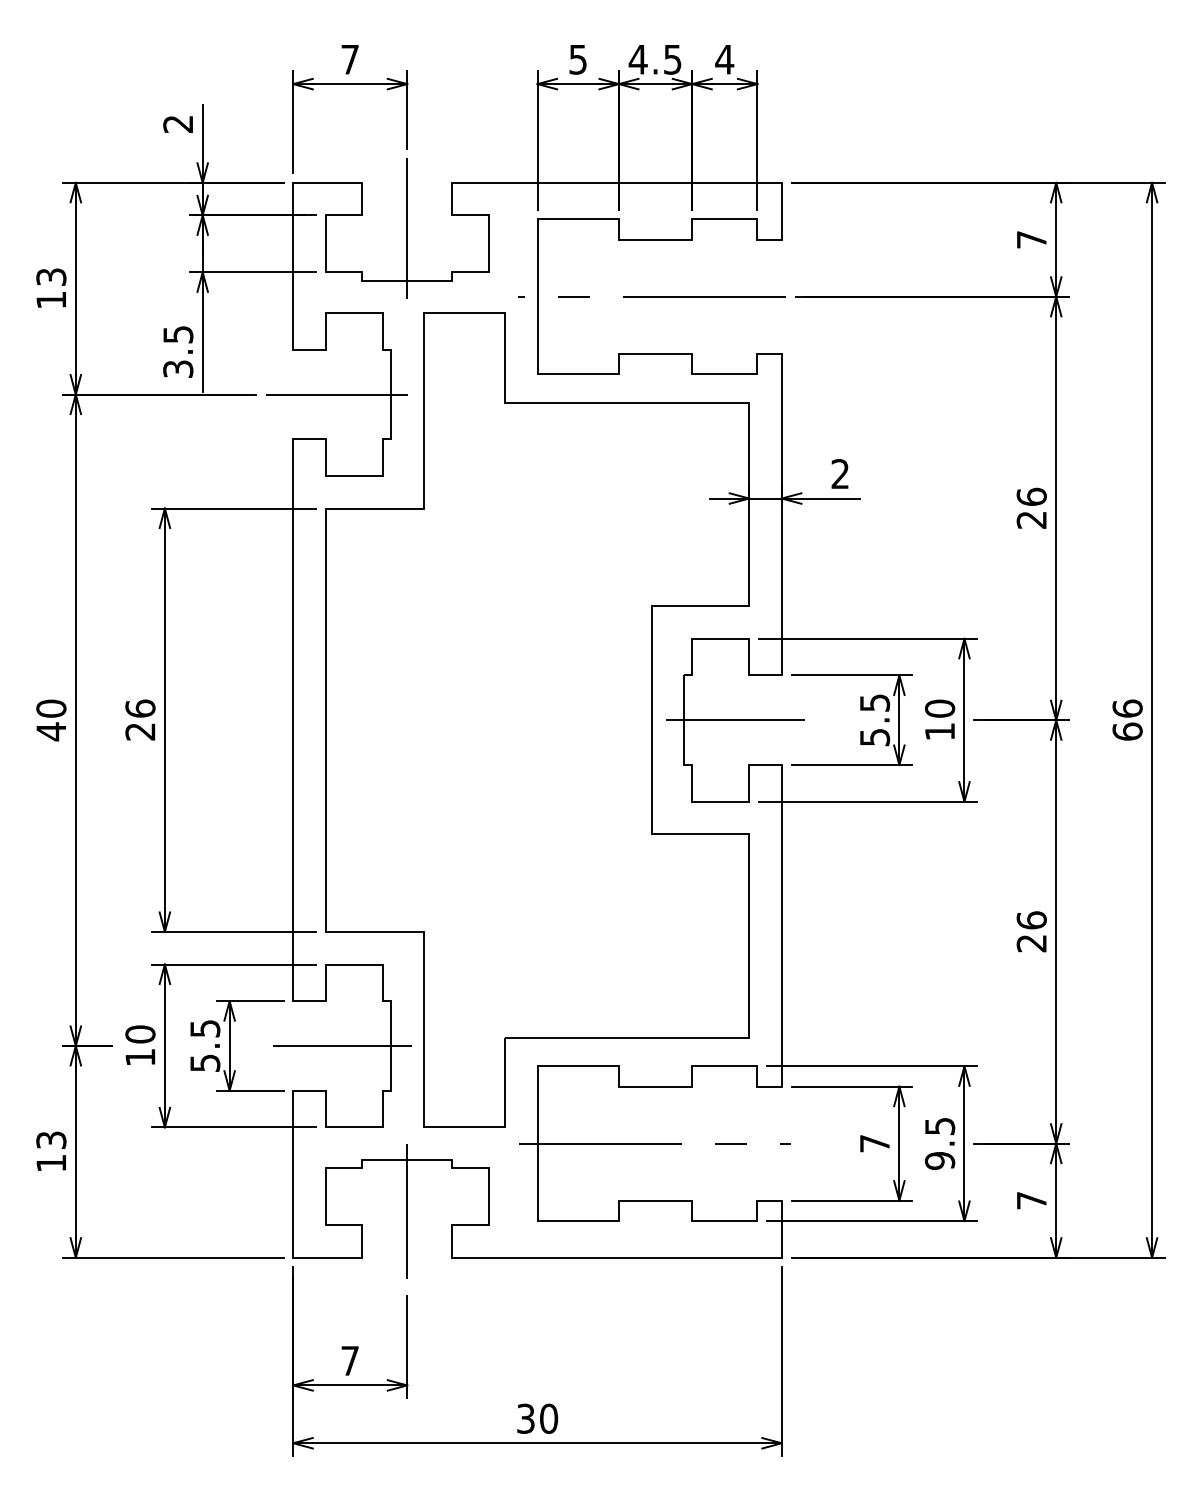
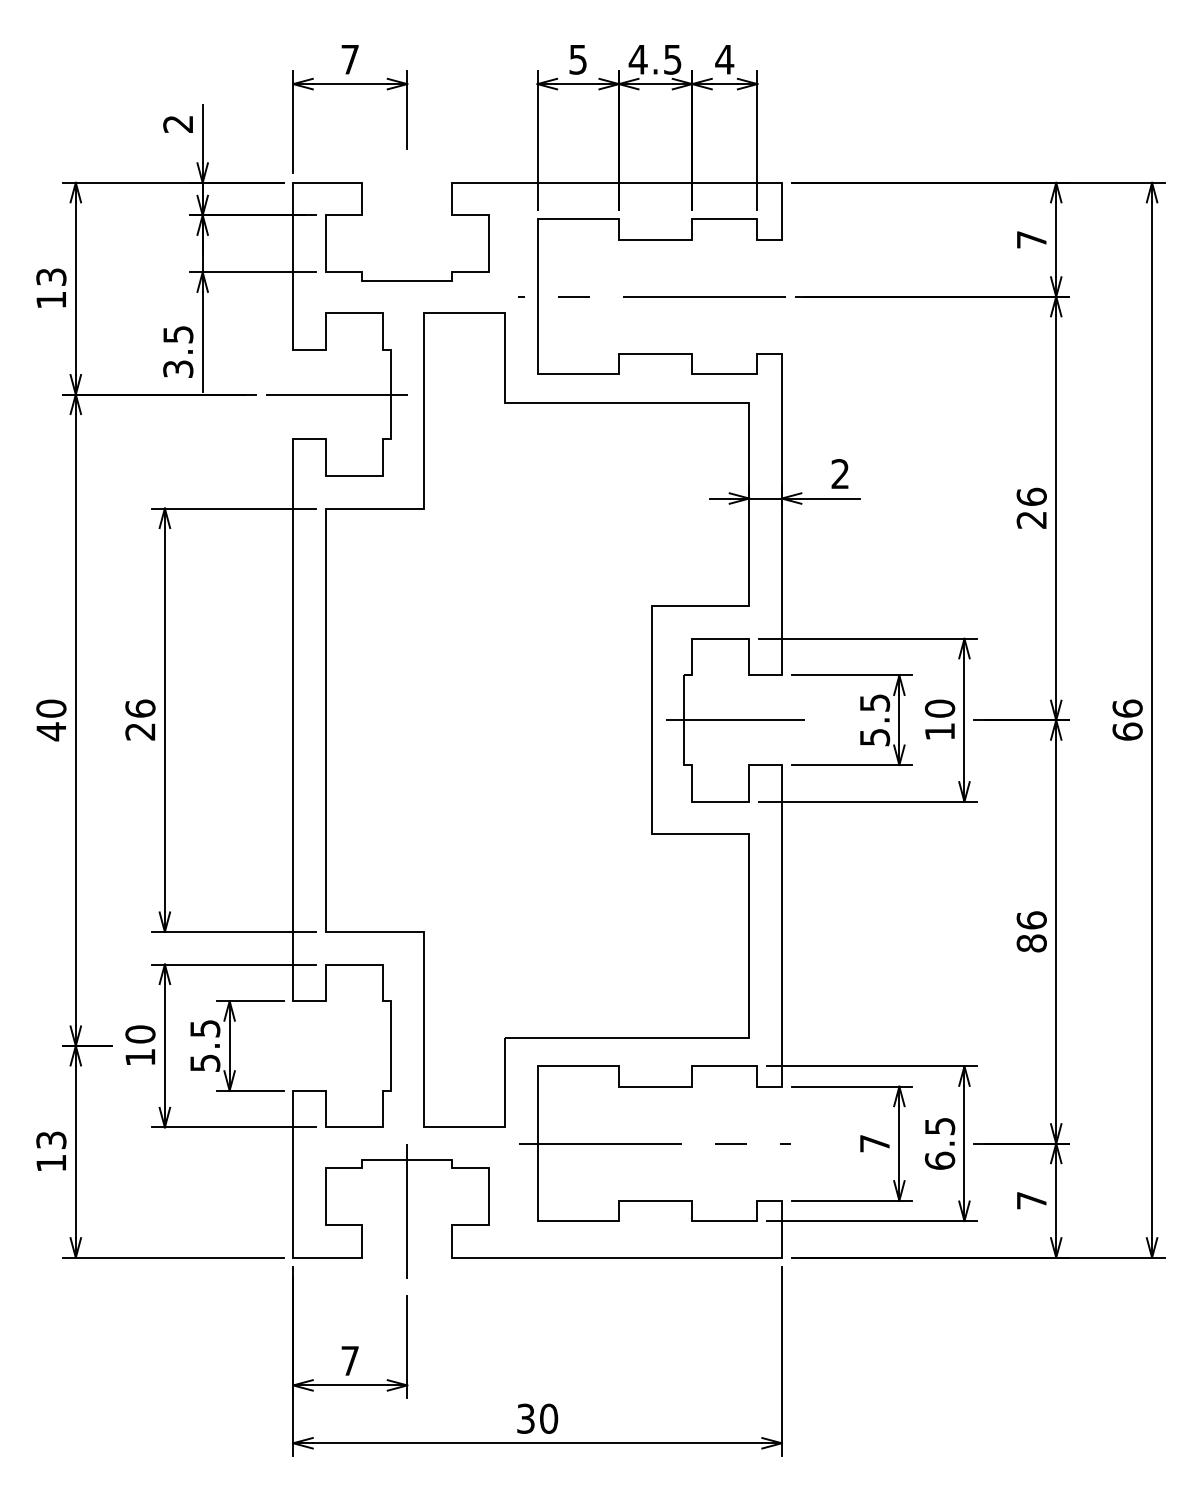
line at (407, 228): present -> none
text at (1031, 943): 26 -> 86
line at (341, 1045): present -> none
text at (939, 1160): 9.5 -> 6.5
